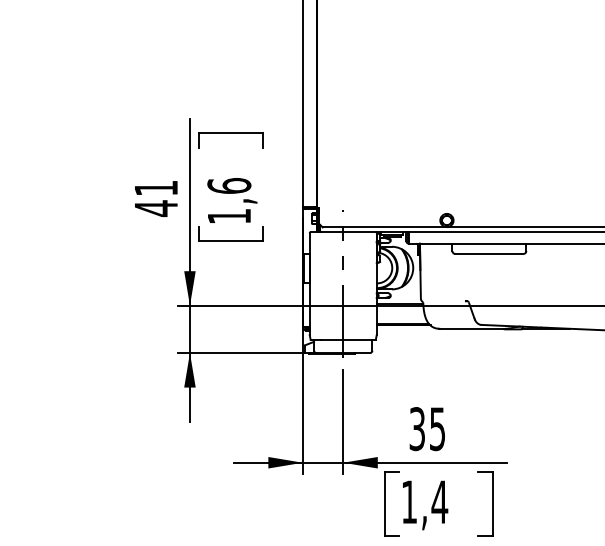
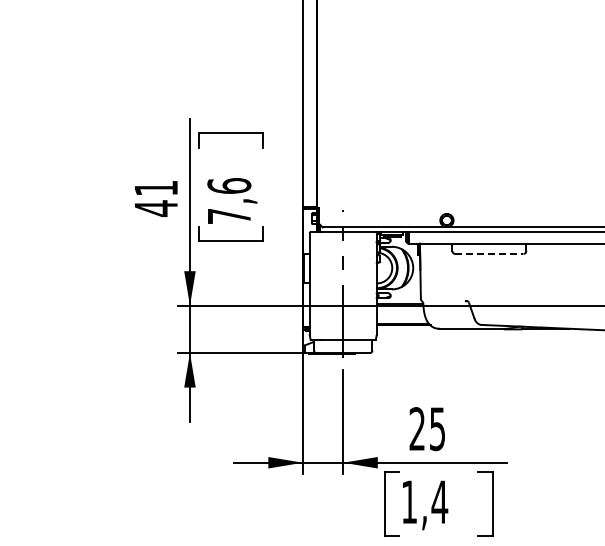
text at (229, 216): 1,6 -> 7,6
line at (489, 253): solid -> dashed
text at (416, 429): 35 -> 25
